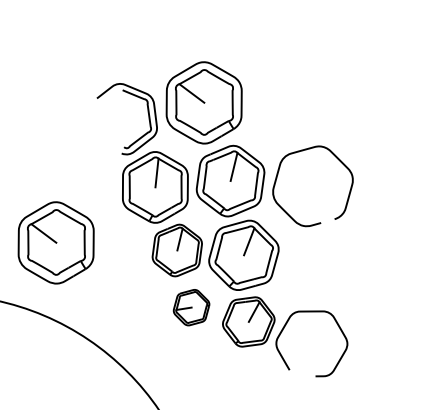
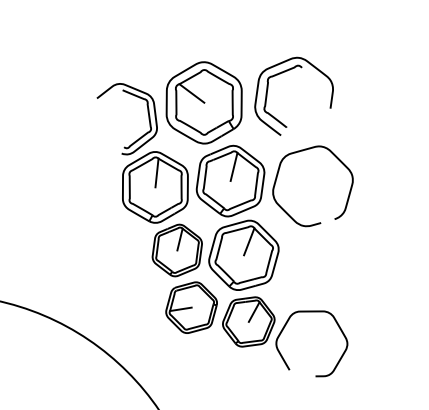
part at (285, 72): none -> present
part at (55, 242): present -> none
part at (191, 307) size: 39x38 px -> 53x53 px
